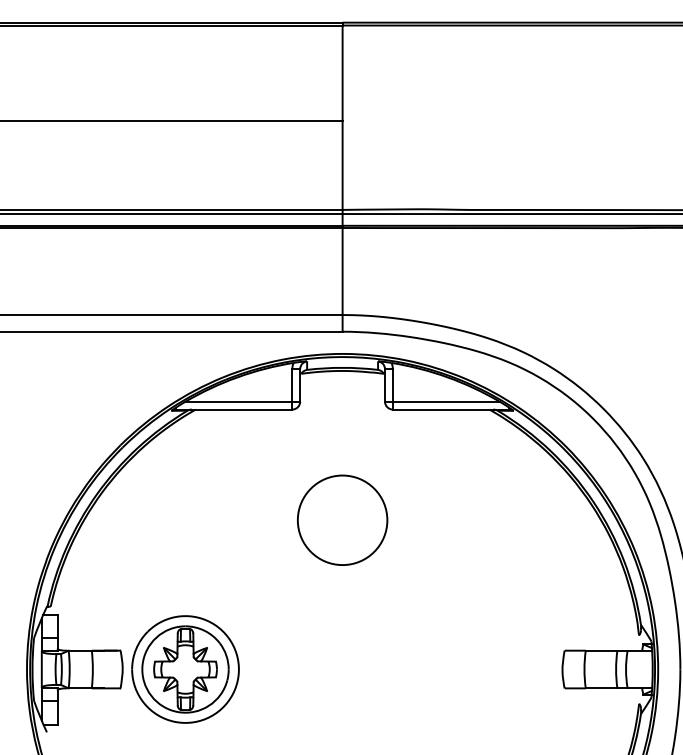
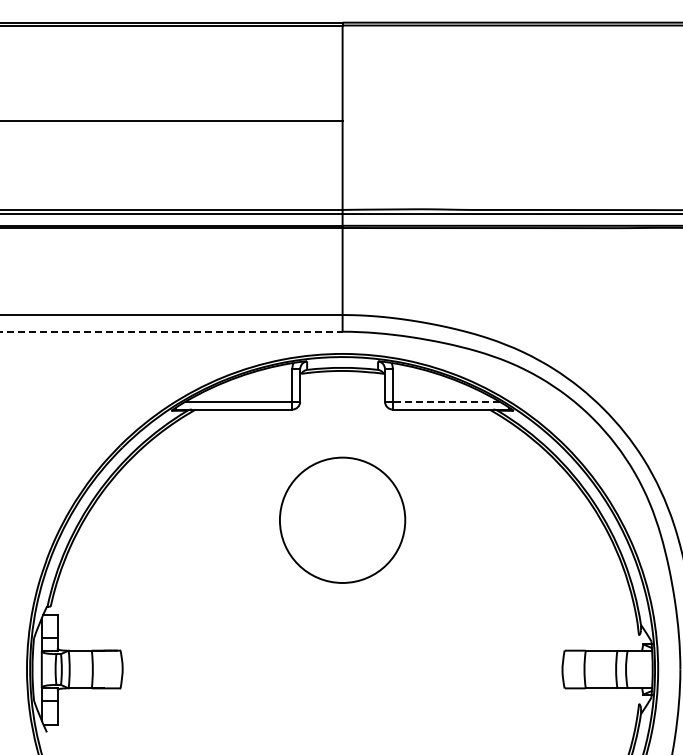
line at (171, 331): solid -> dashed
line at (445, 401): solid -> dashed
circle at (342, 520) diameter: 90 px -> 125 px
part at (185, 669): present -> none
